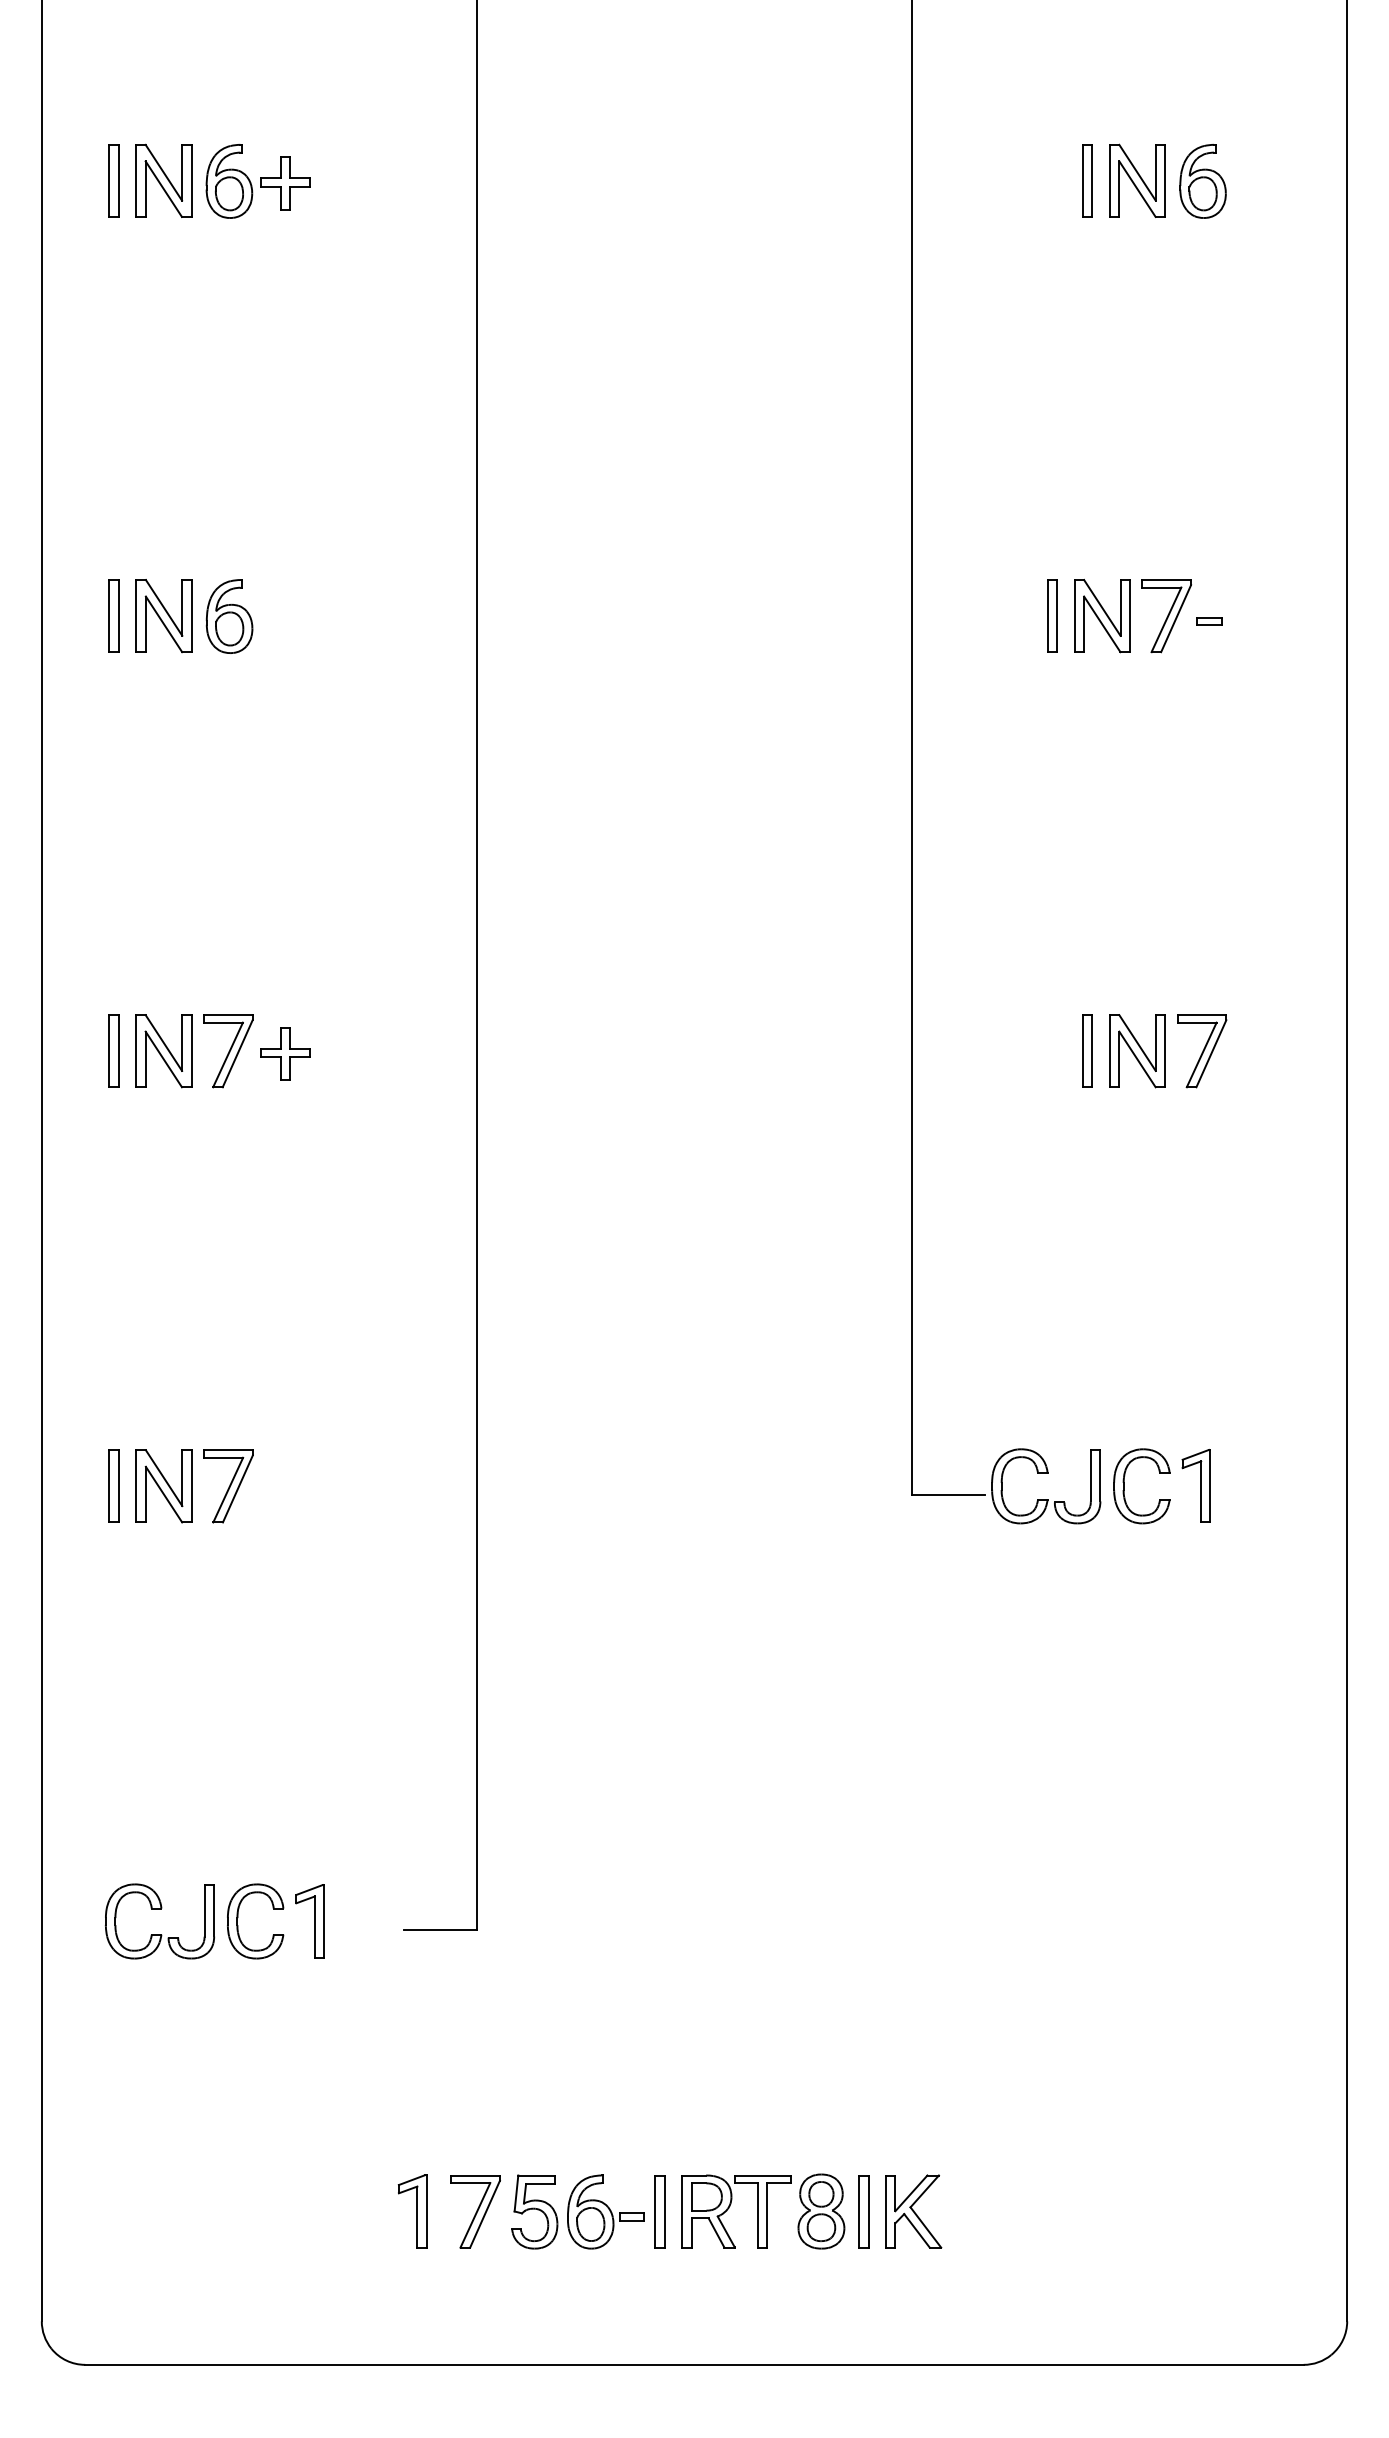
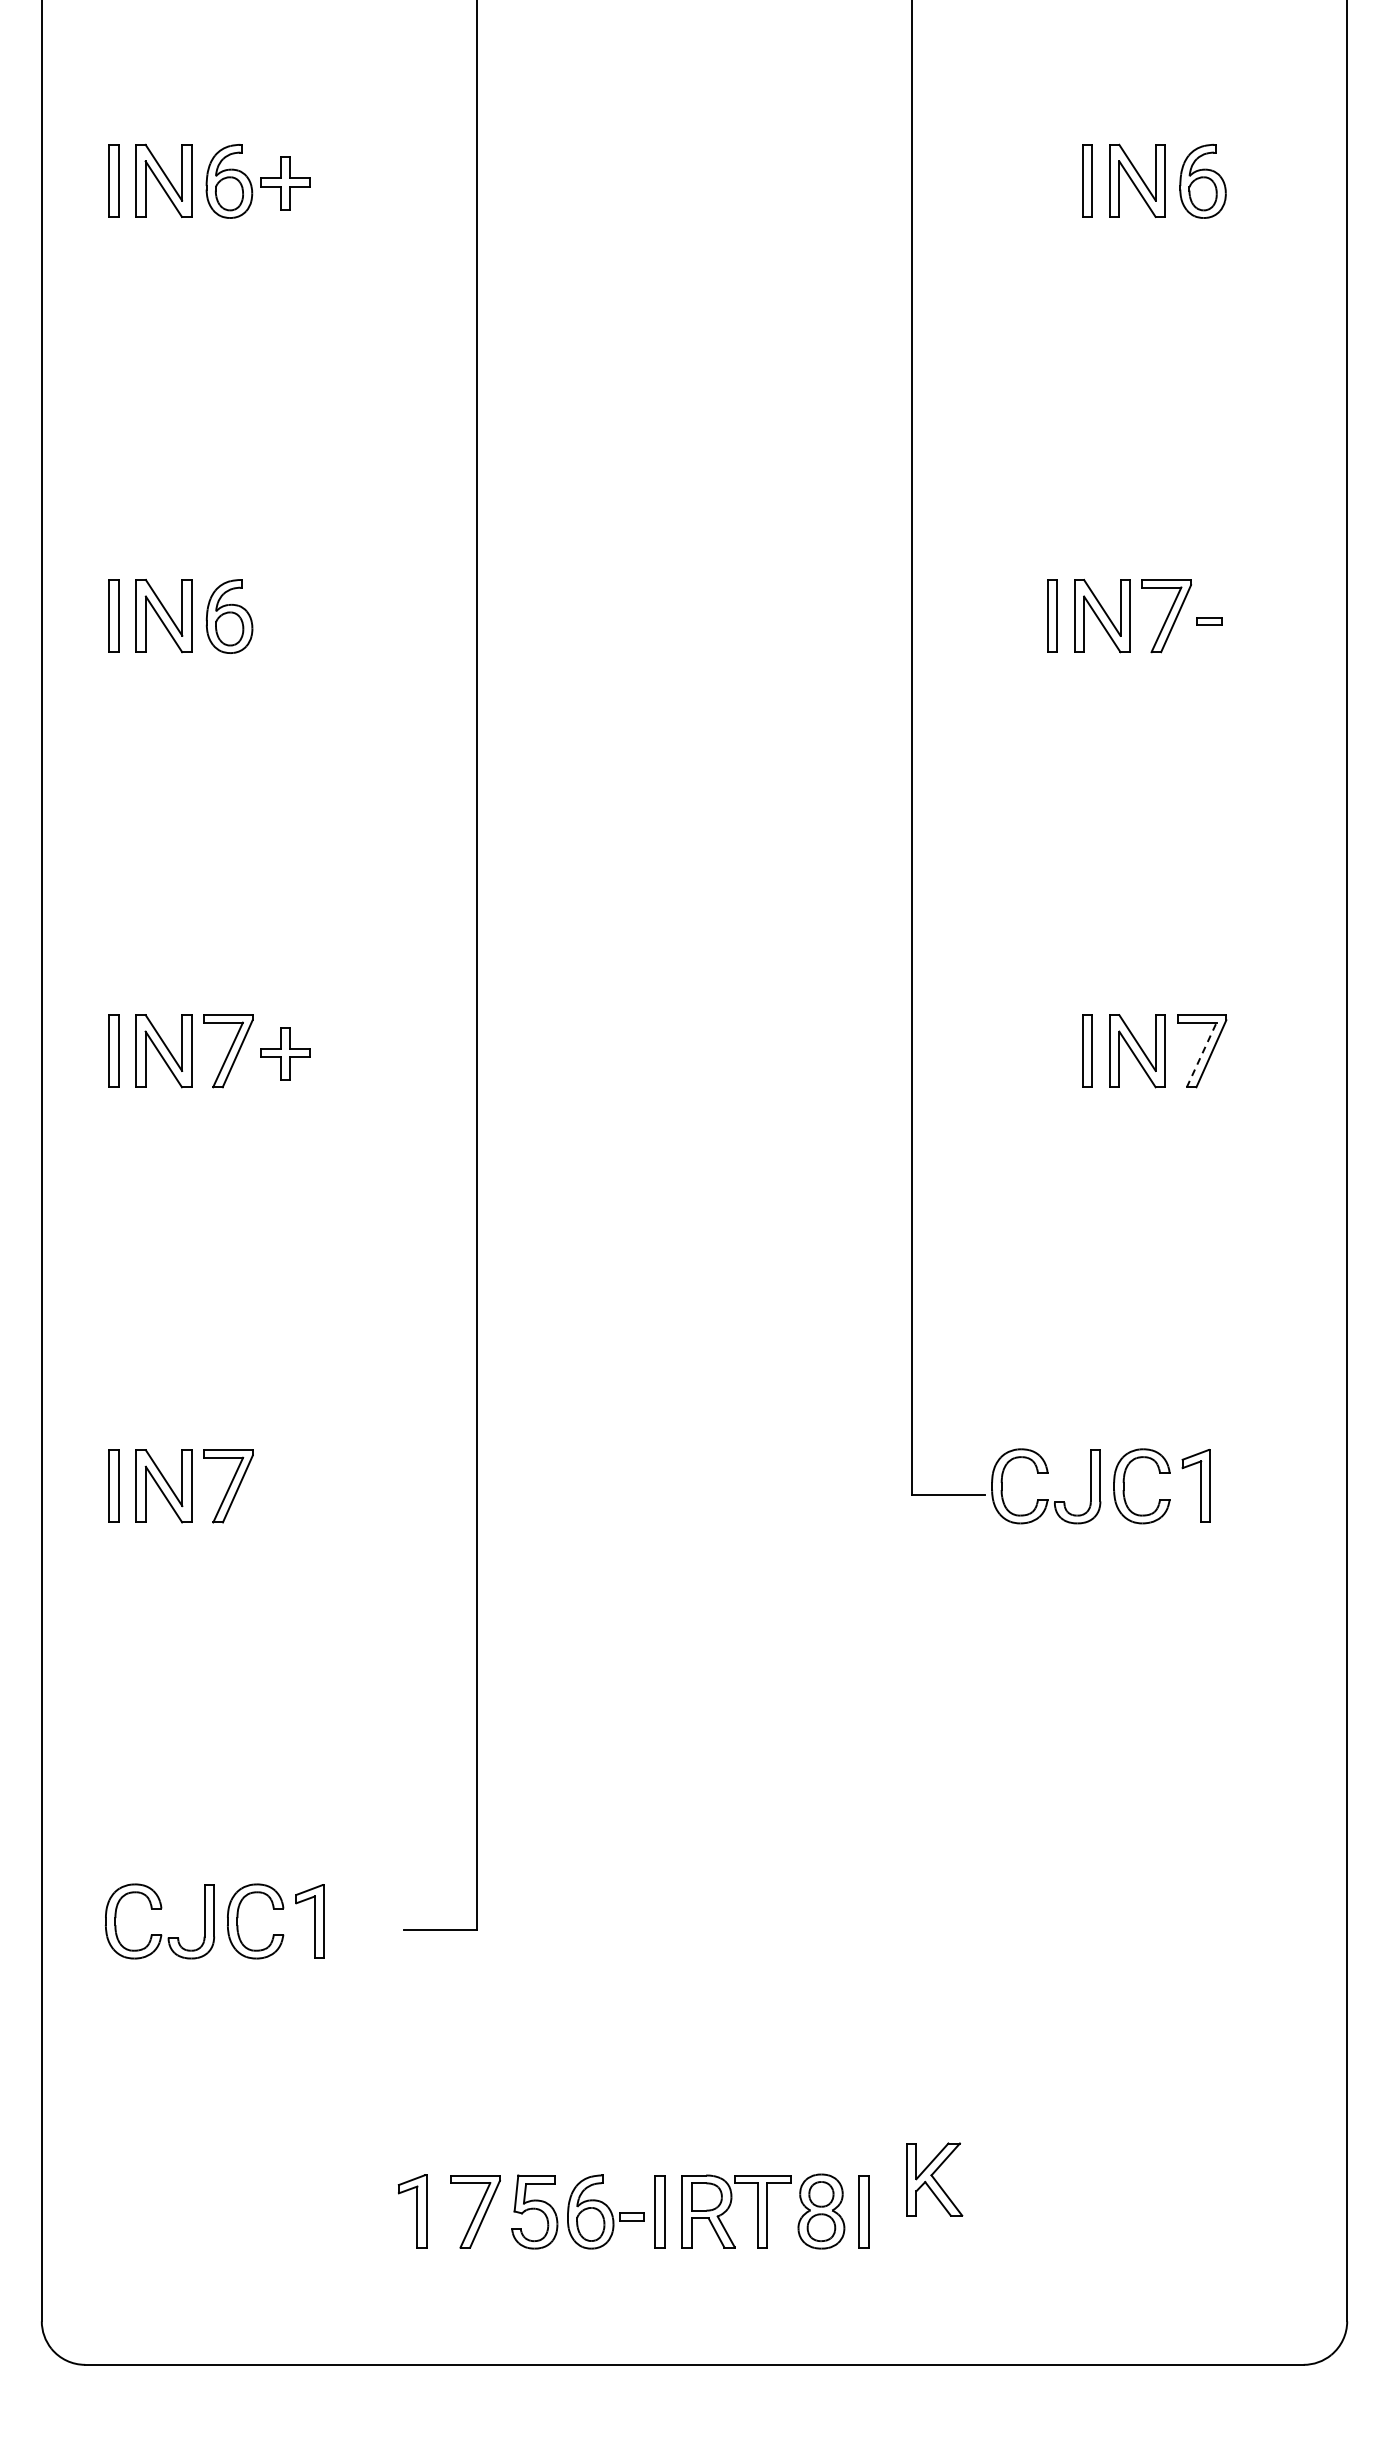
line at (1201, 1054): solid -> dashed
part at (913, 2211) position: (913, 2211) -> (934, 2179)
